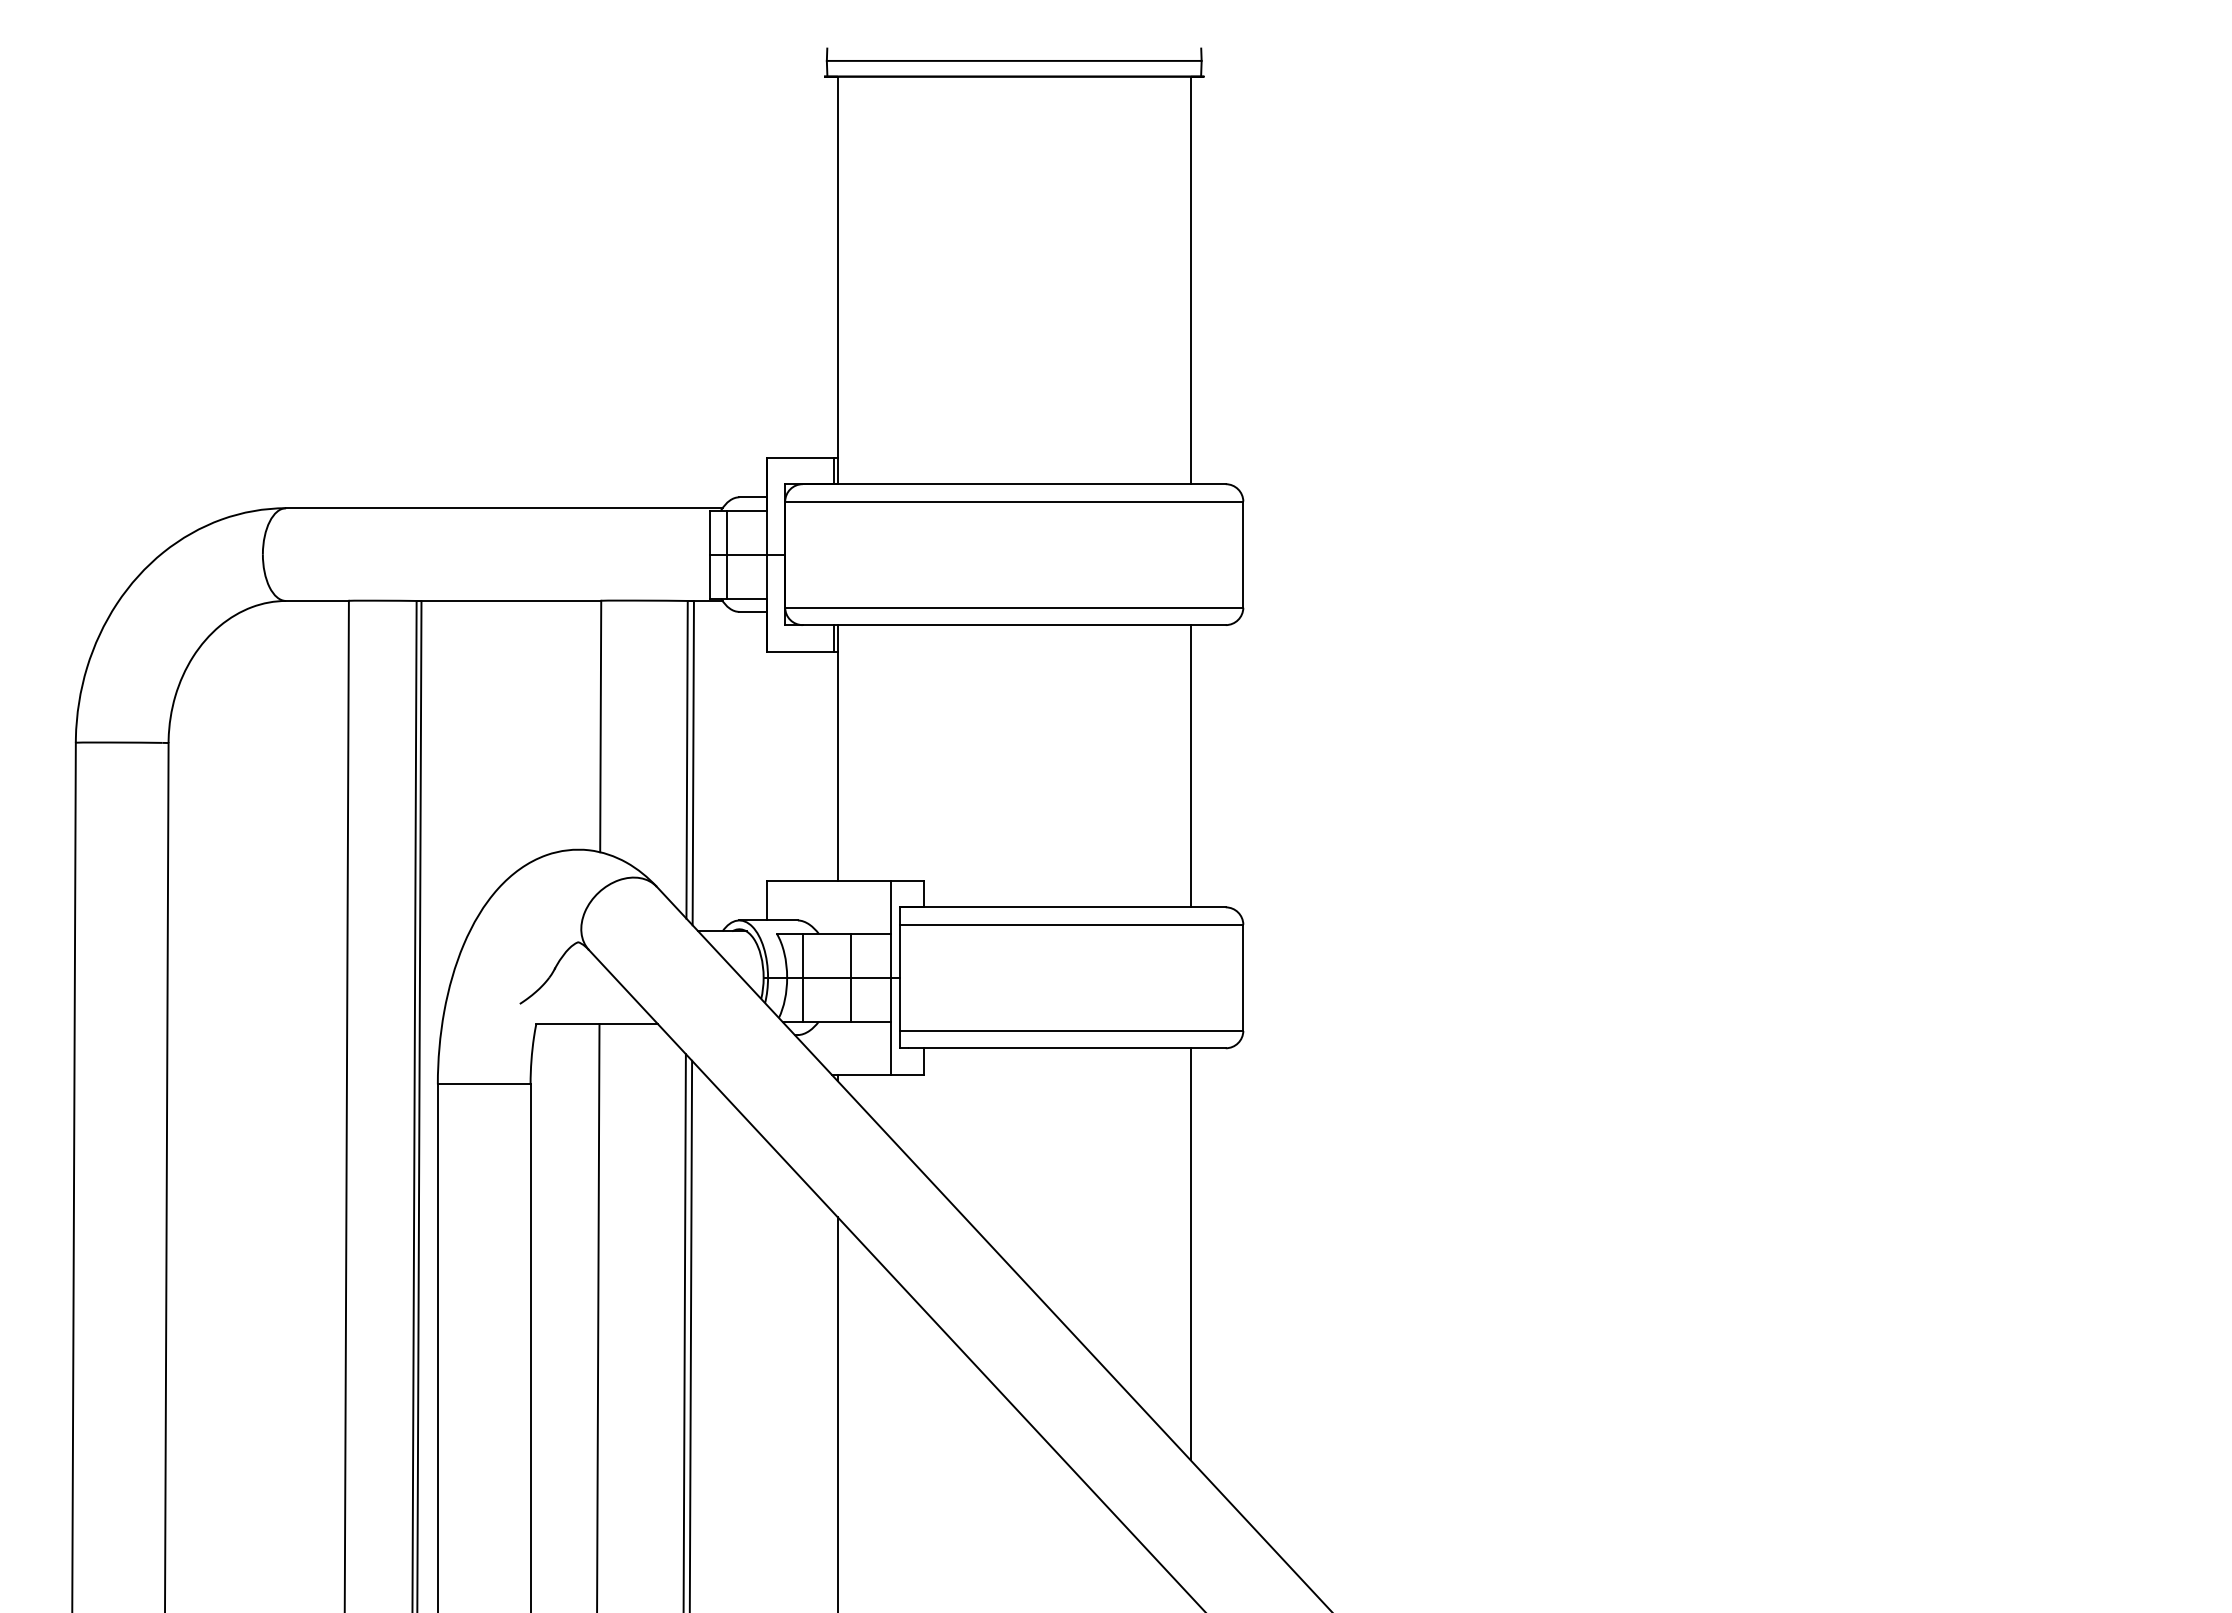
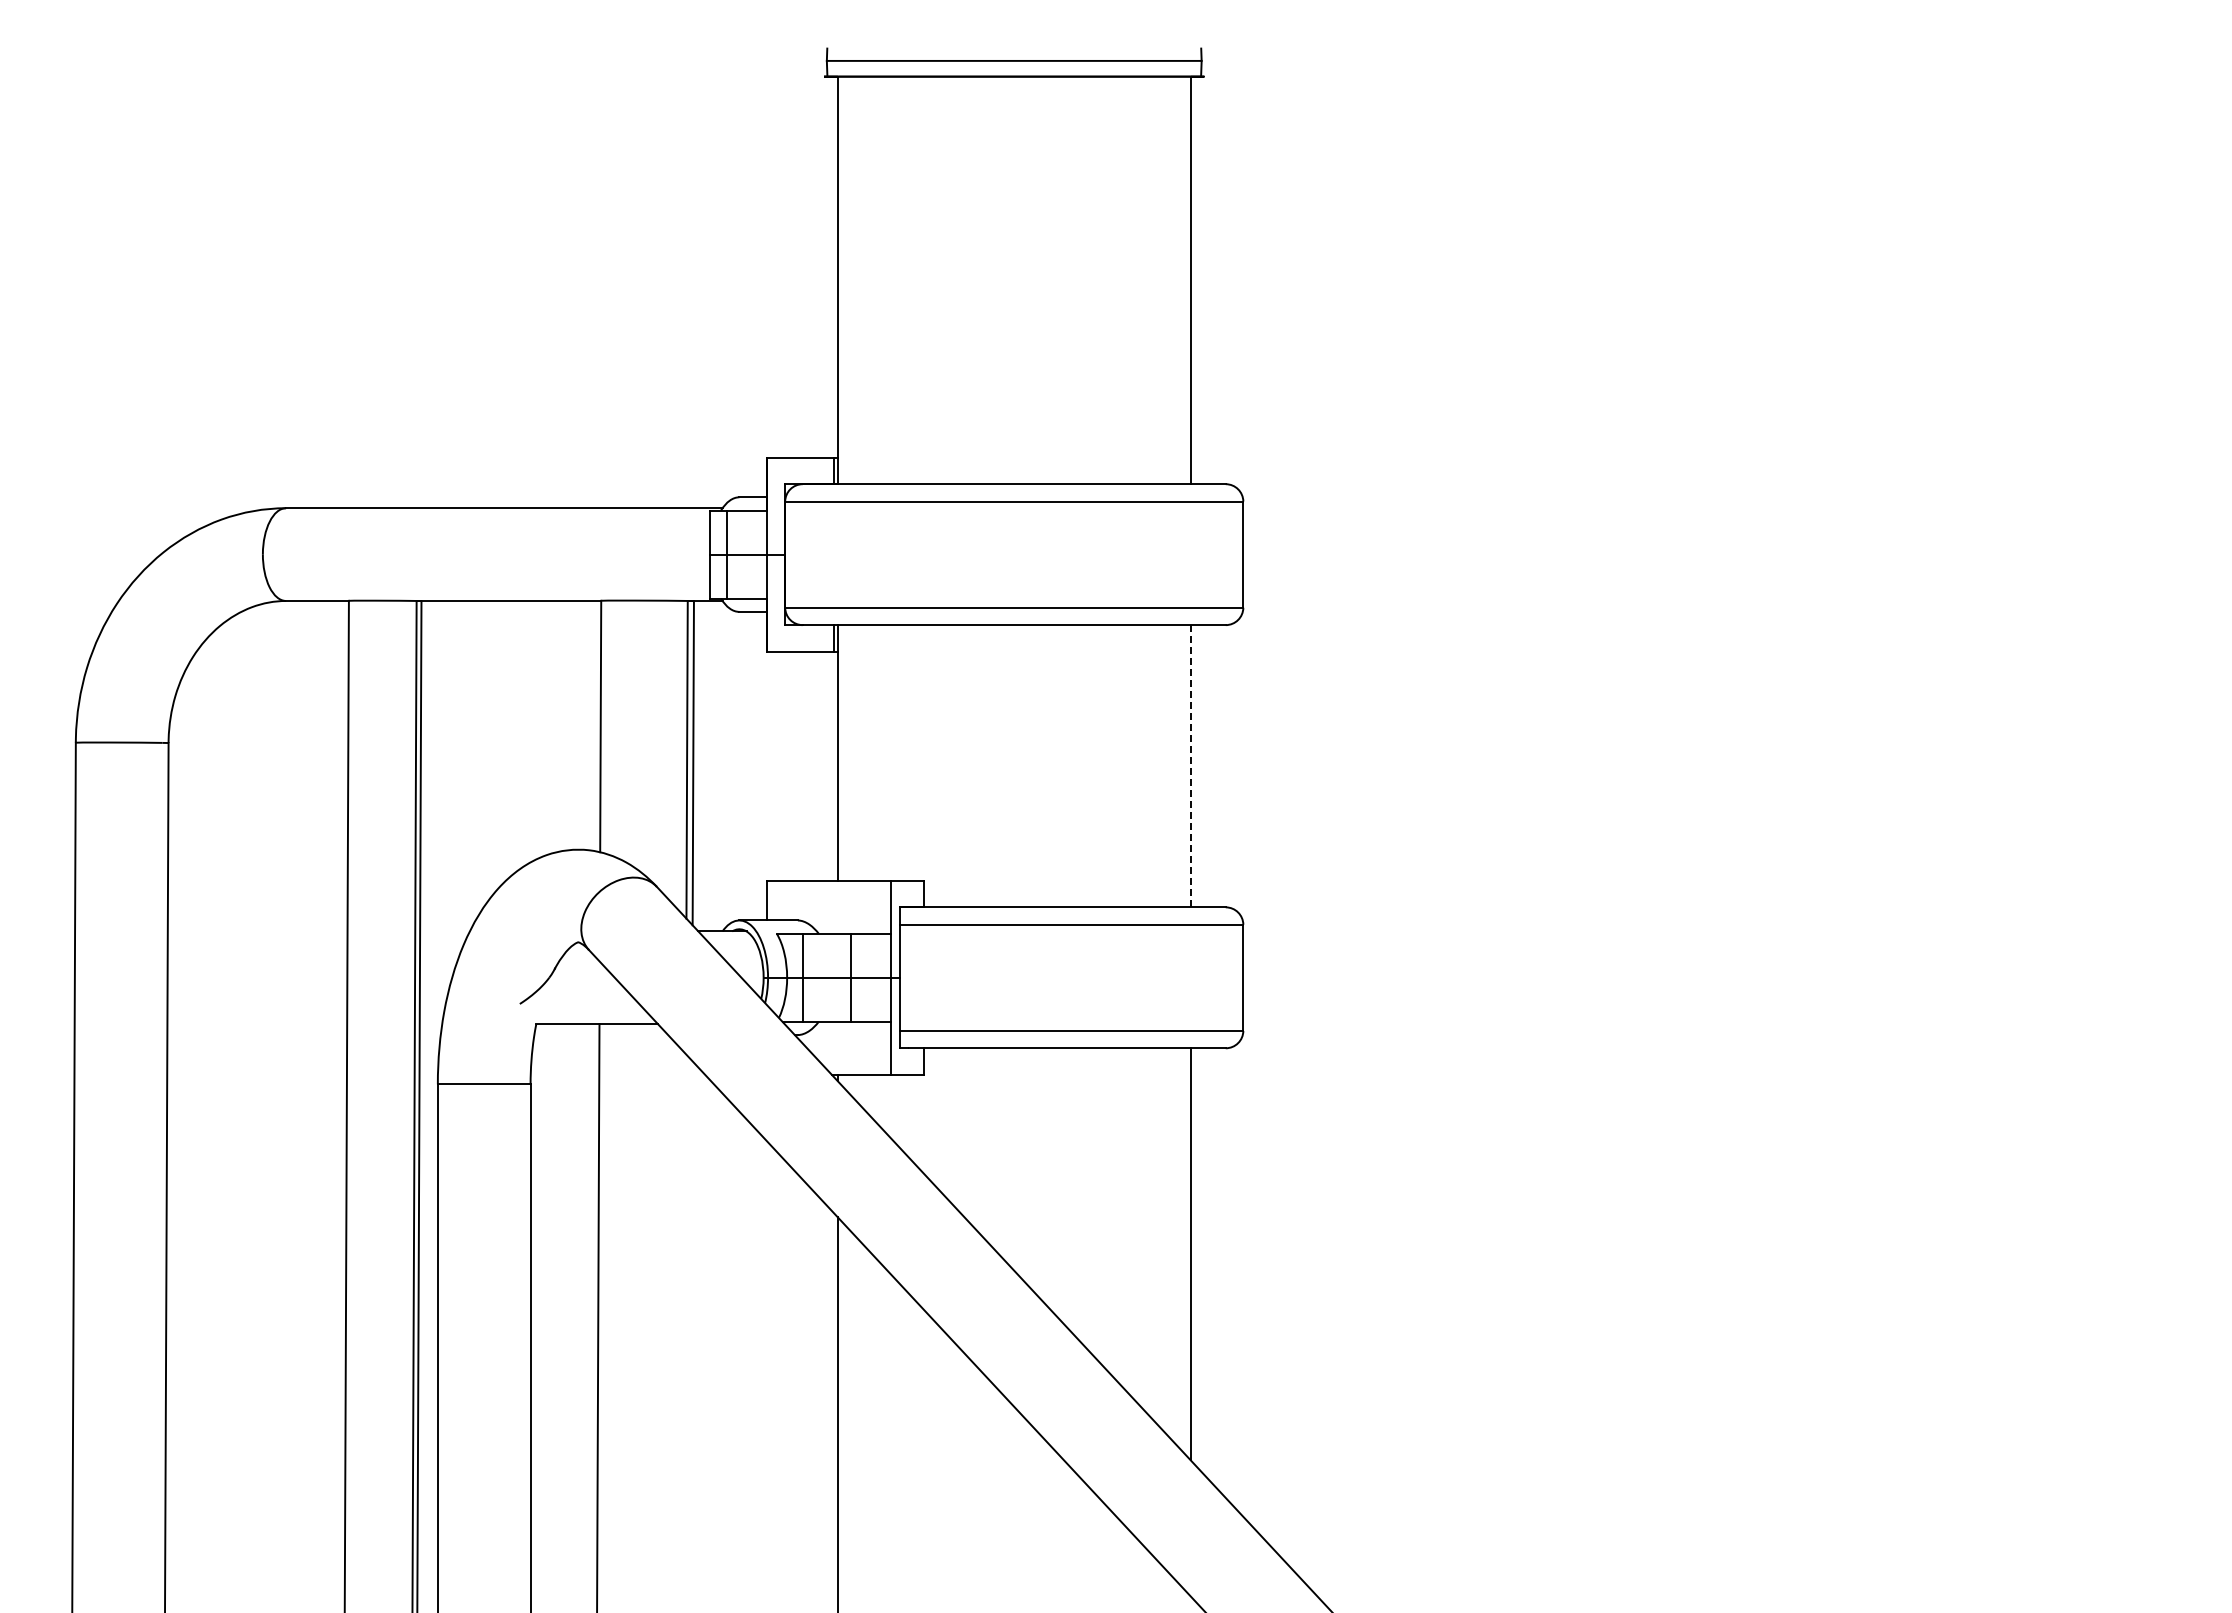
line at (1190, 765): solid -> dashed
line at (684, 1331): present -> none
line at (690, 1334): present -> none
